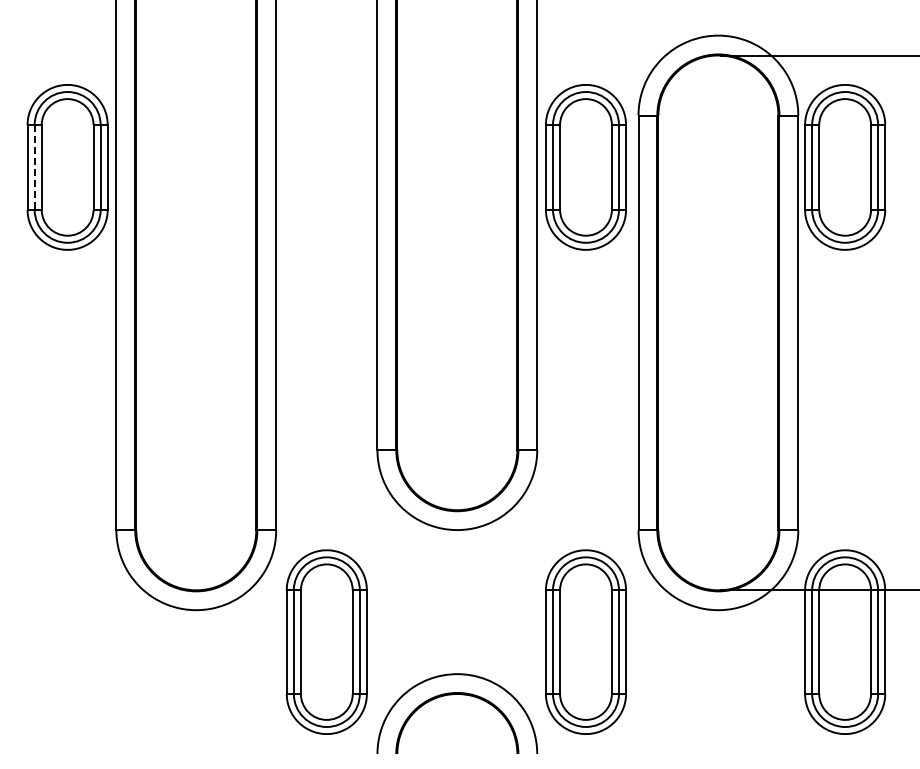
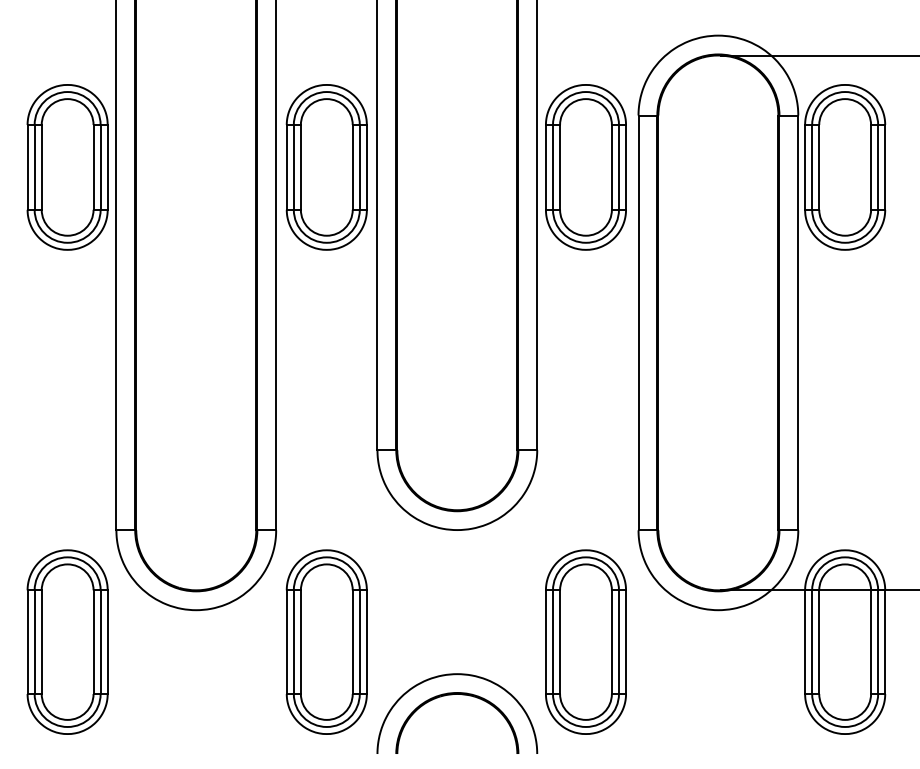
line at (34, 167): dashed -> solid
part at (326, 167): none -> present
part at (67, 641): none -> present
